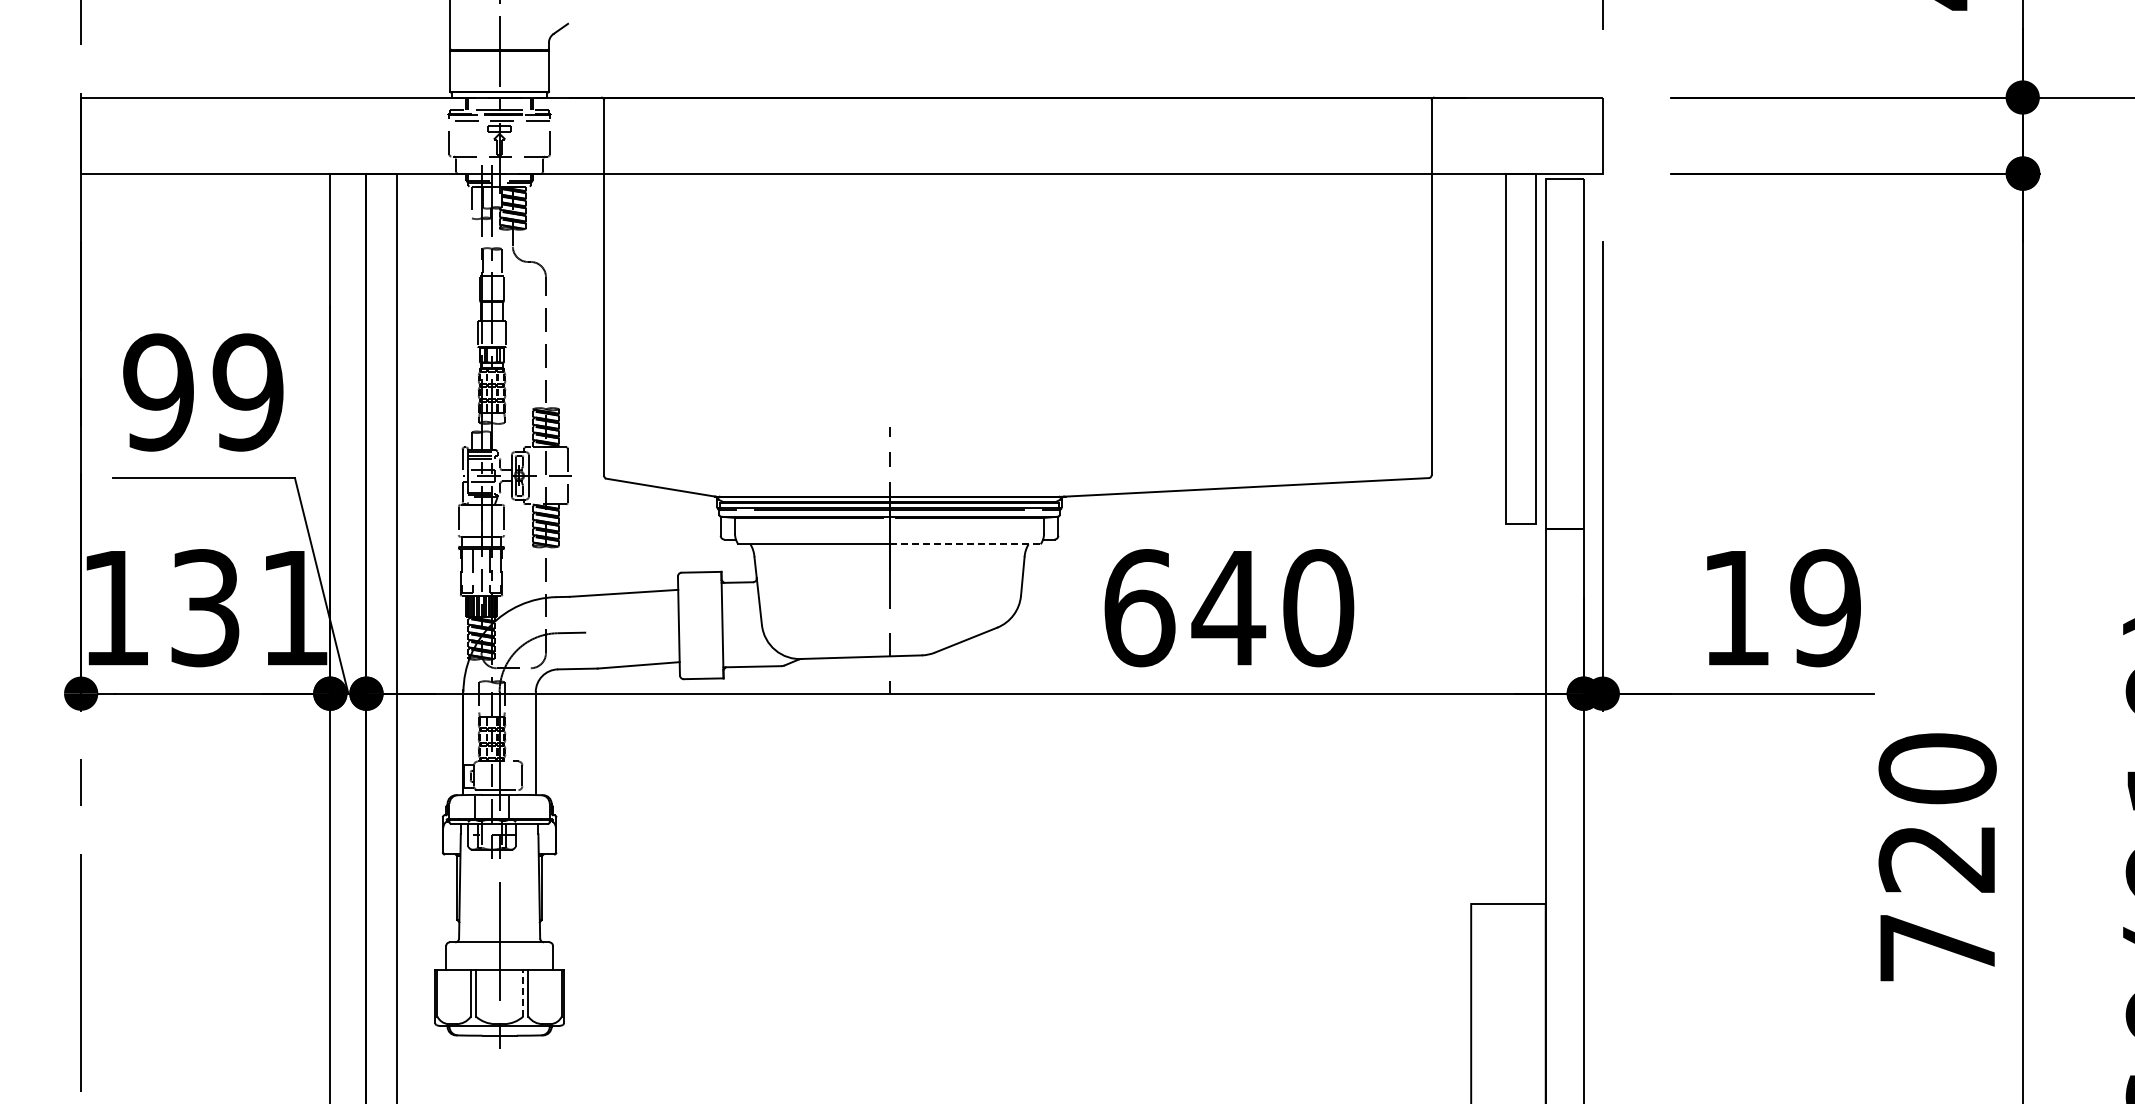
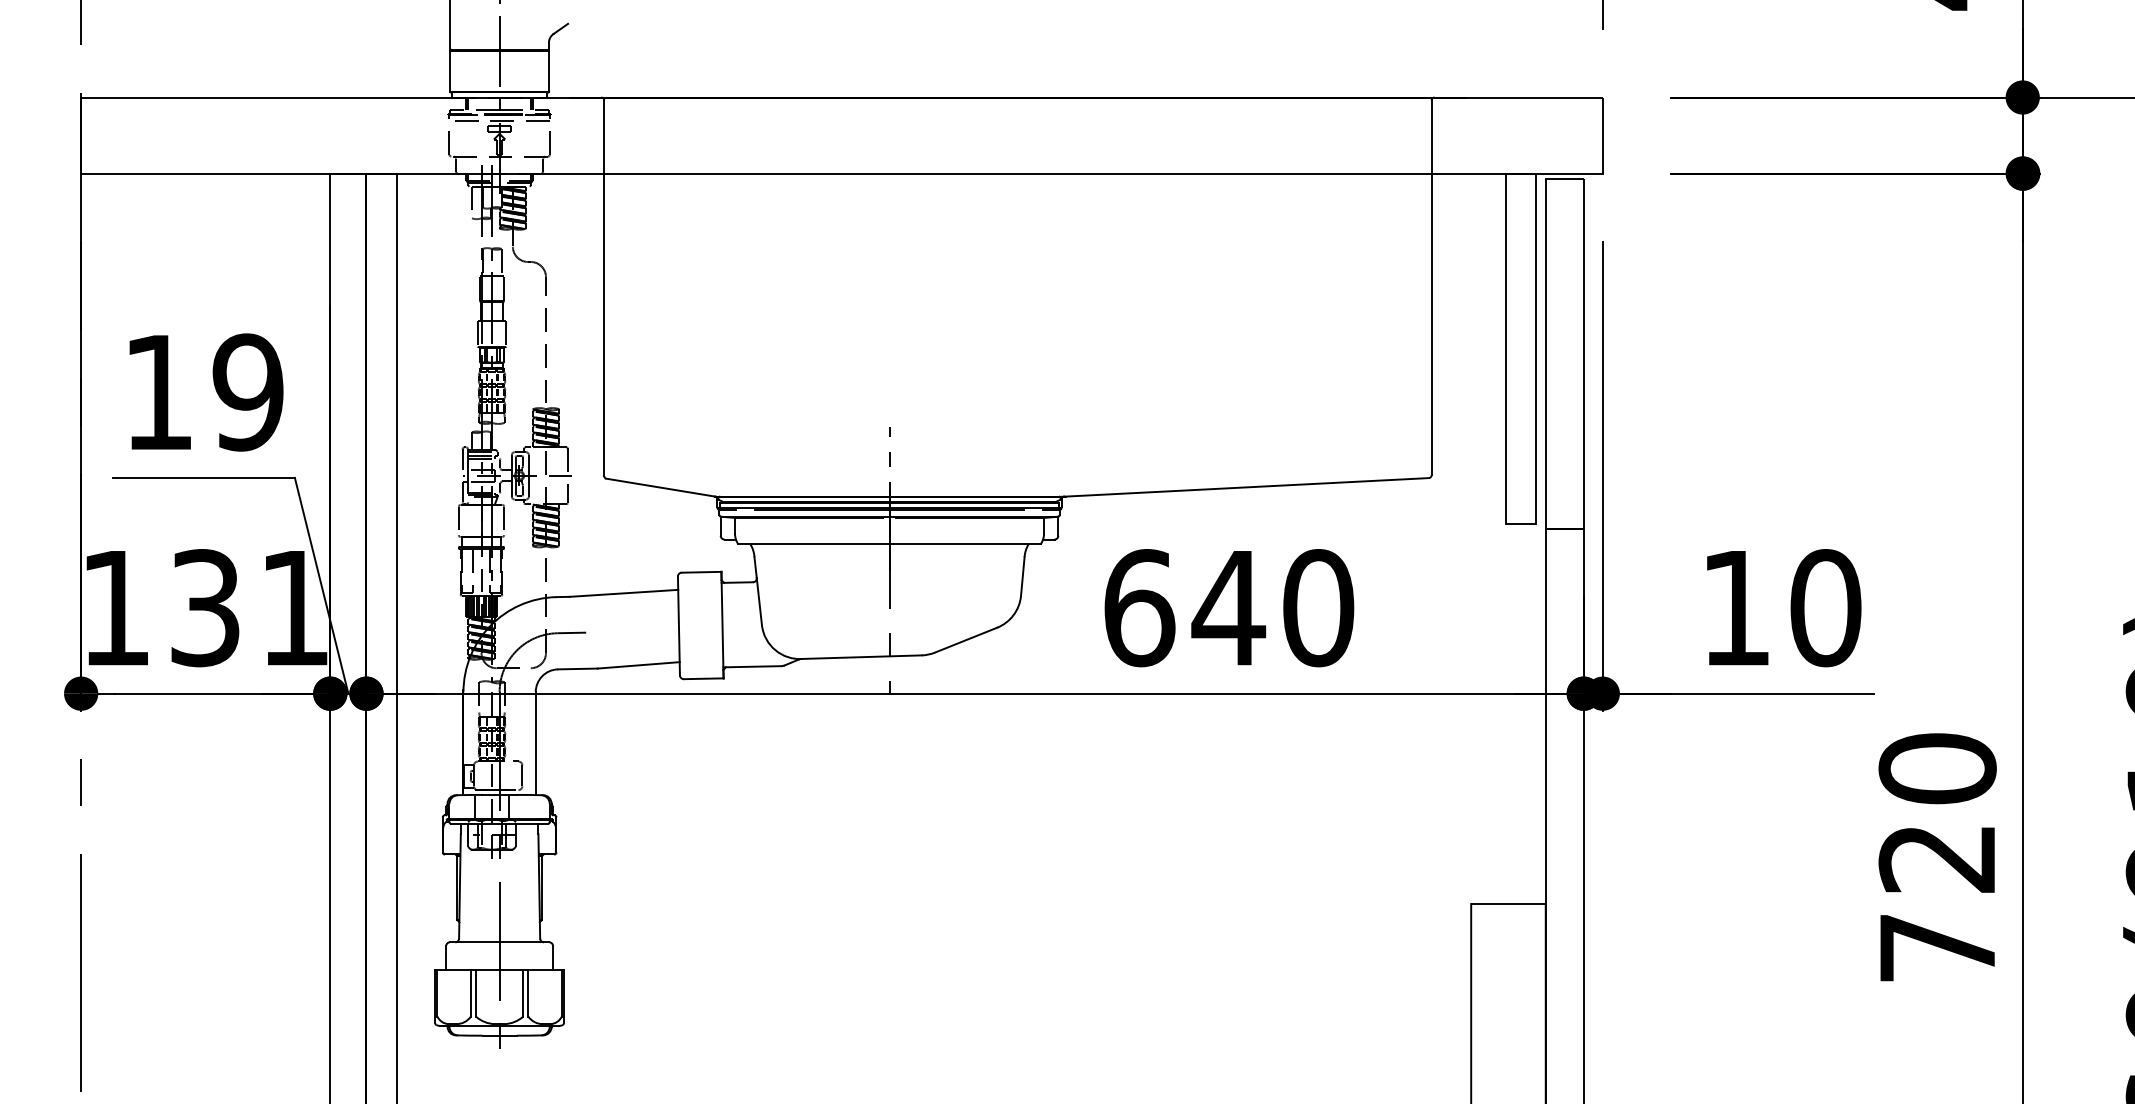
text at (158, 392): 99 -> 19
line at (965, 544): dashed -> solid
text at (1825, 608): 19 -> 10
line at (523, 992): dashed -> solid
